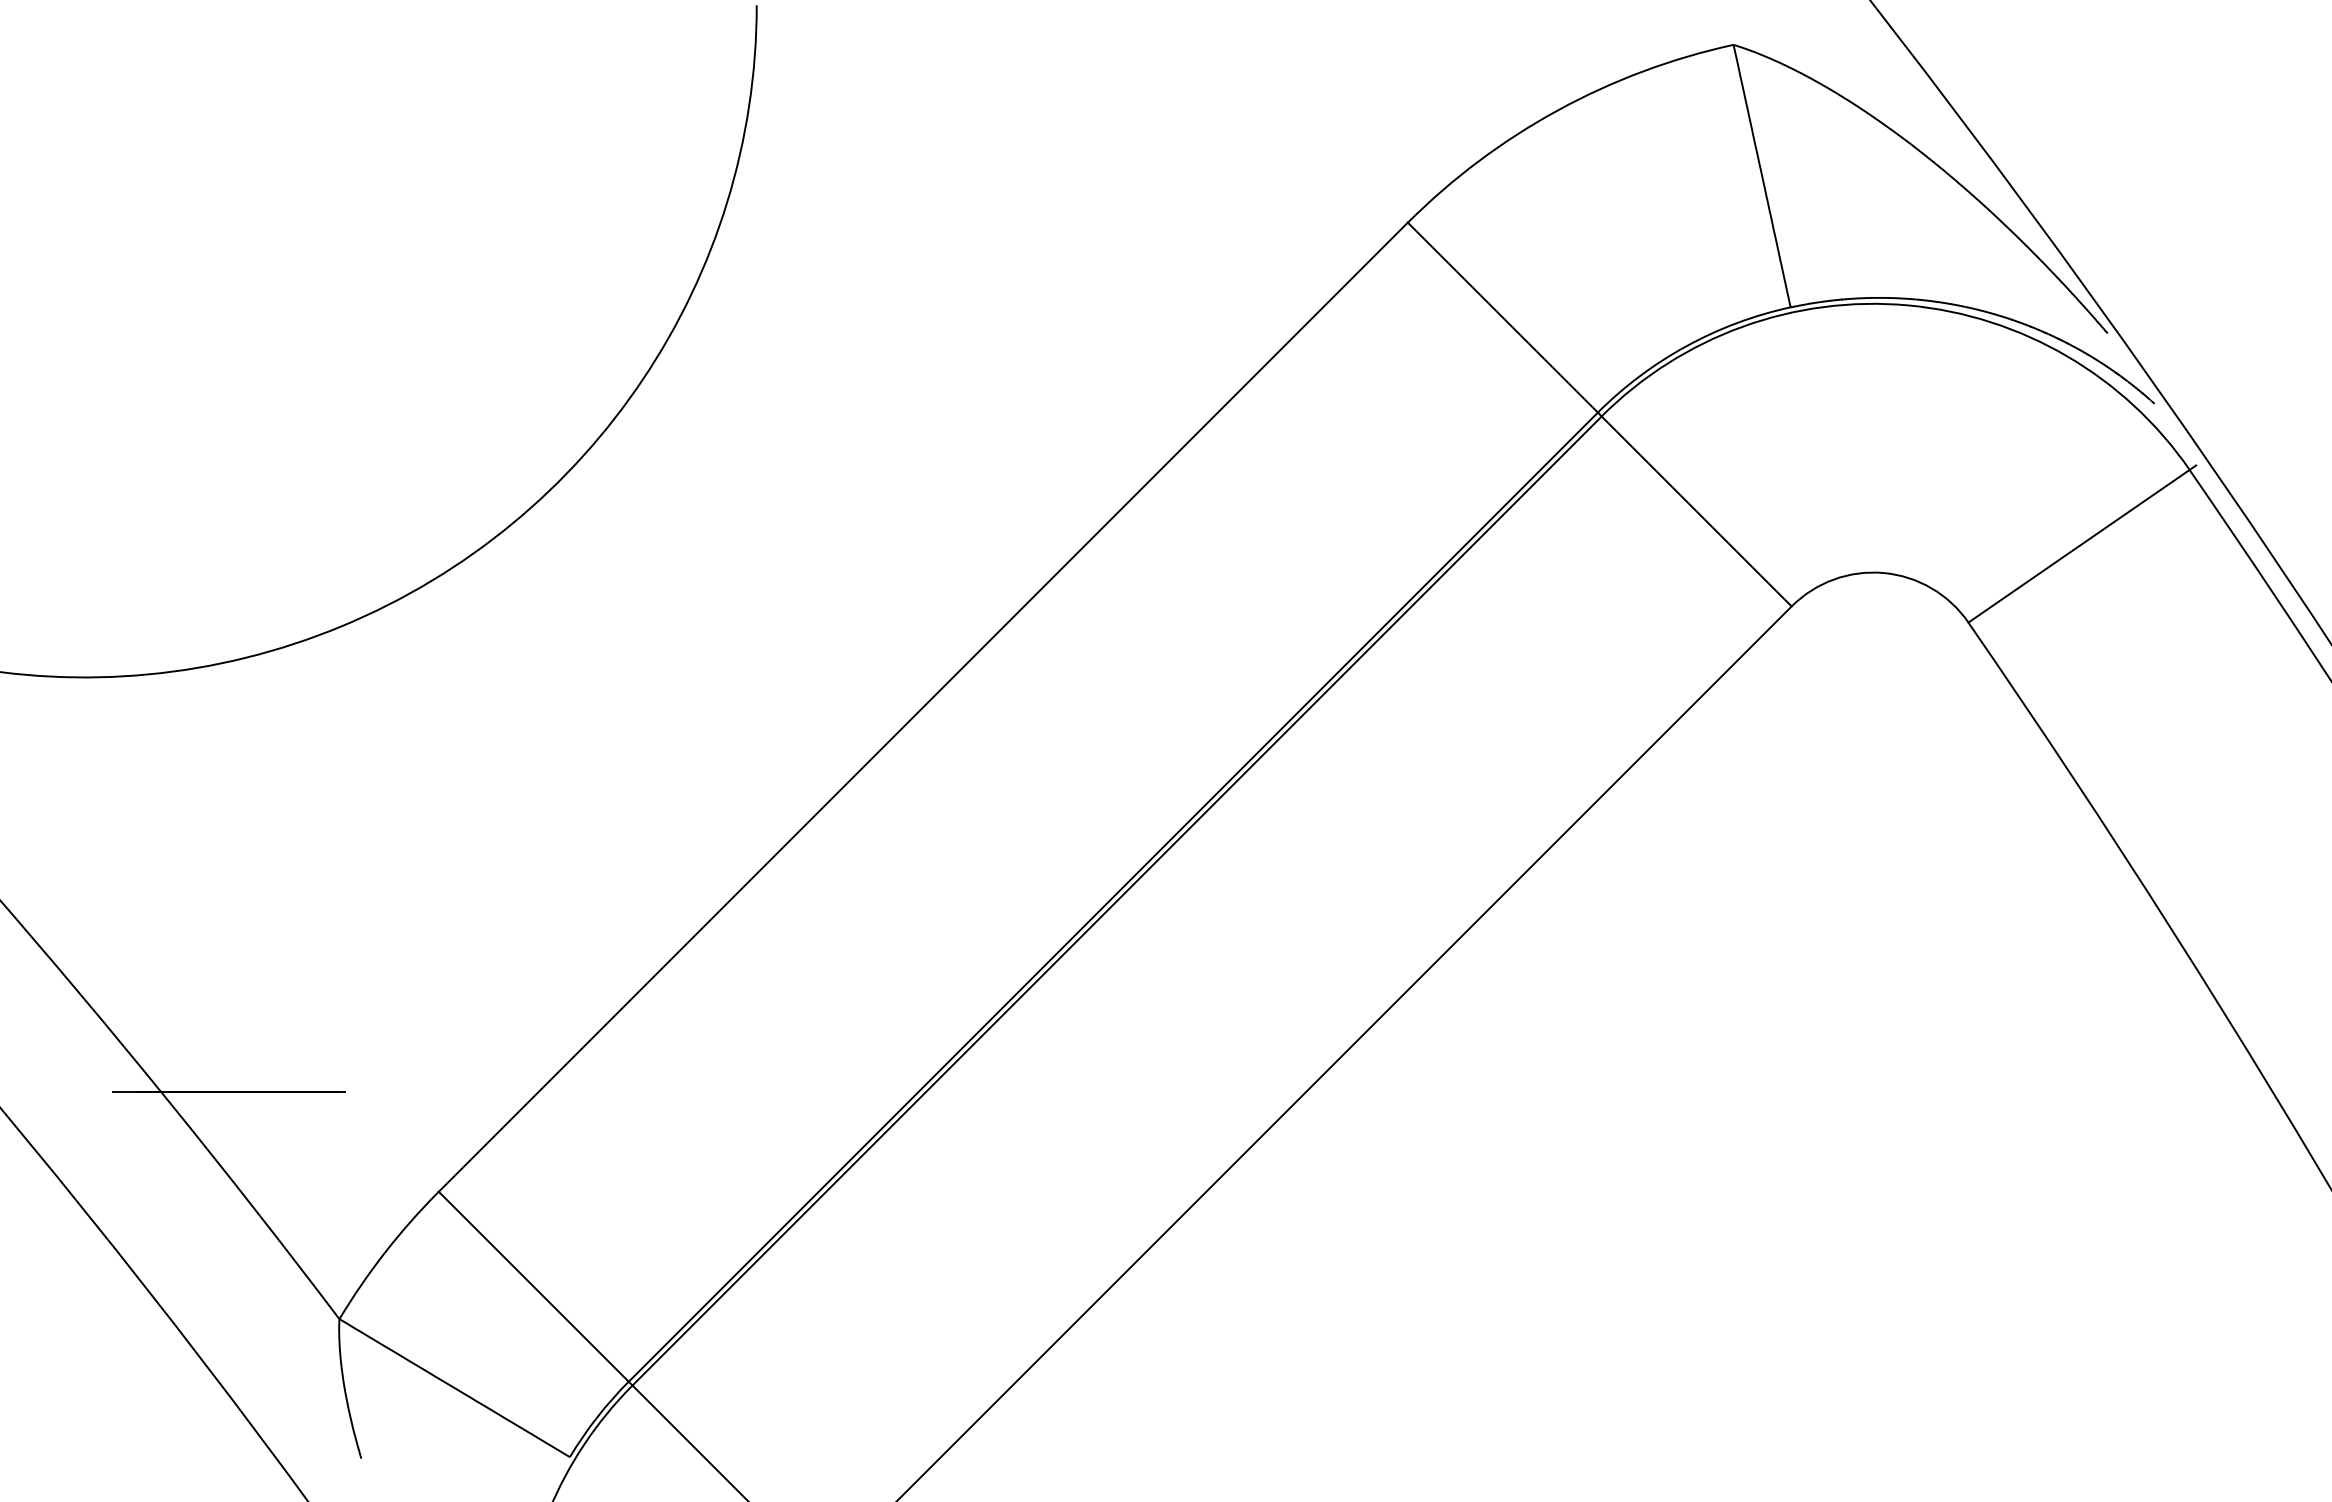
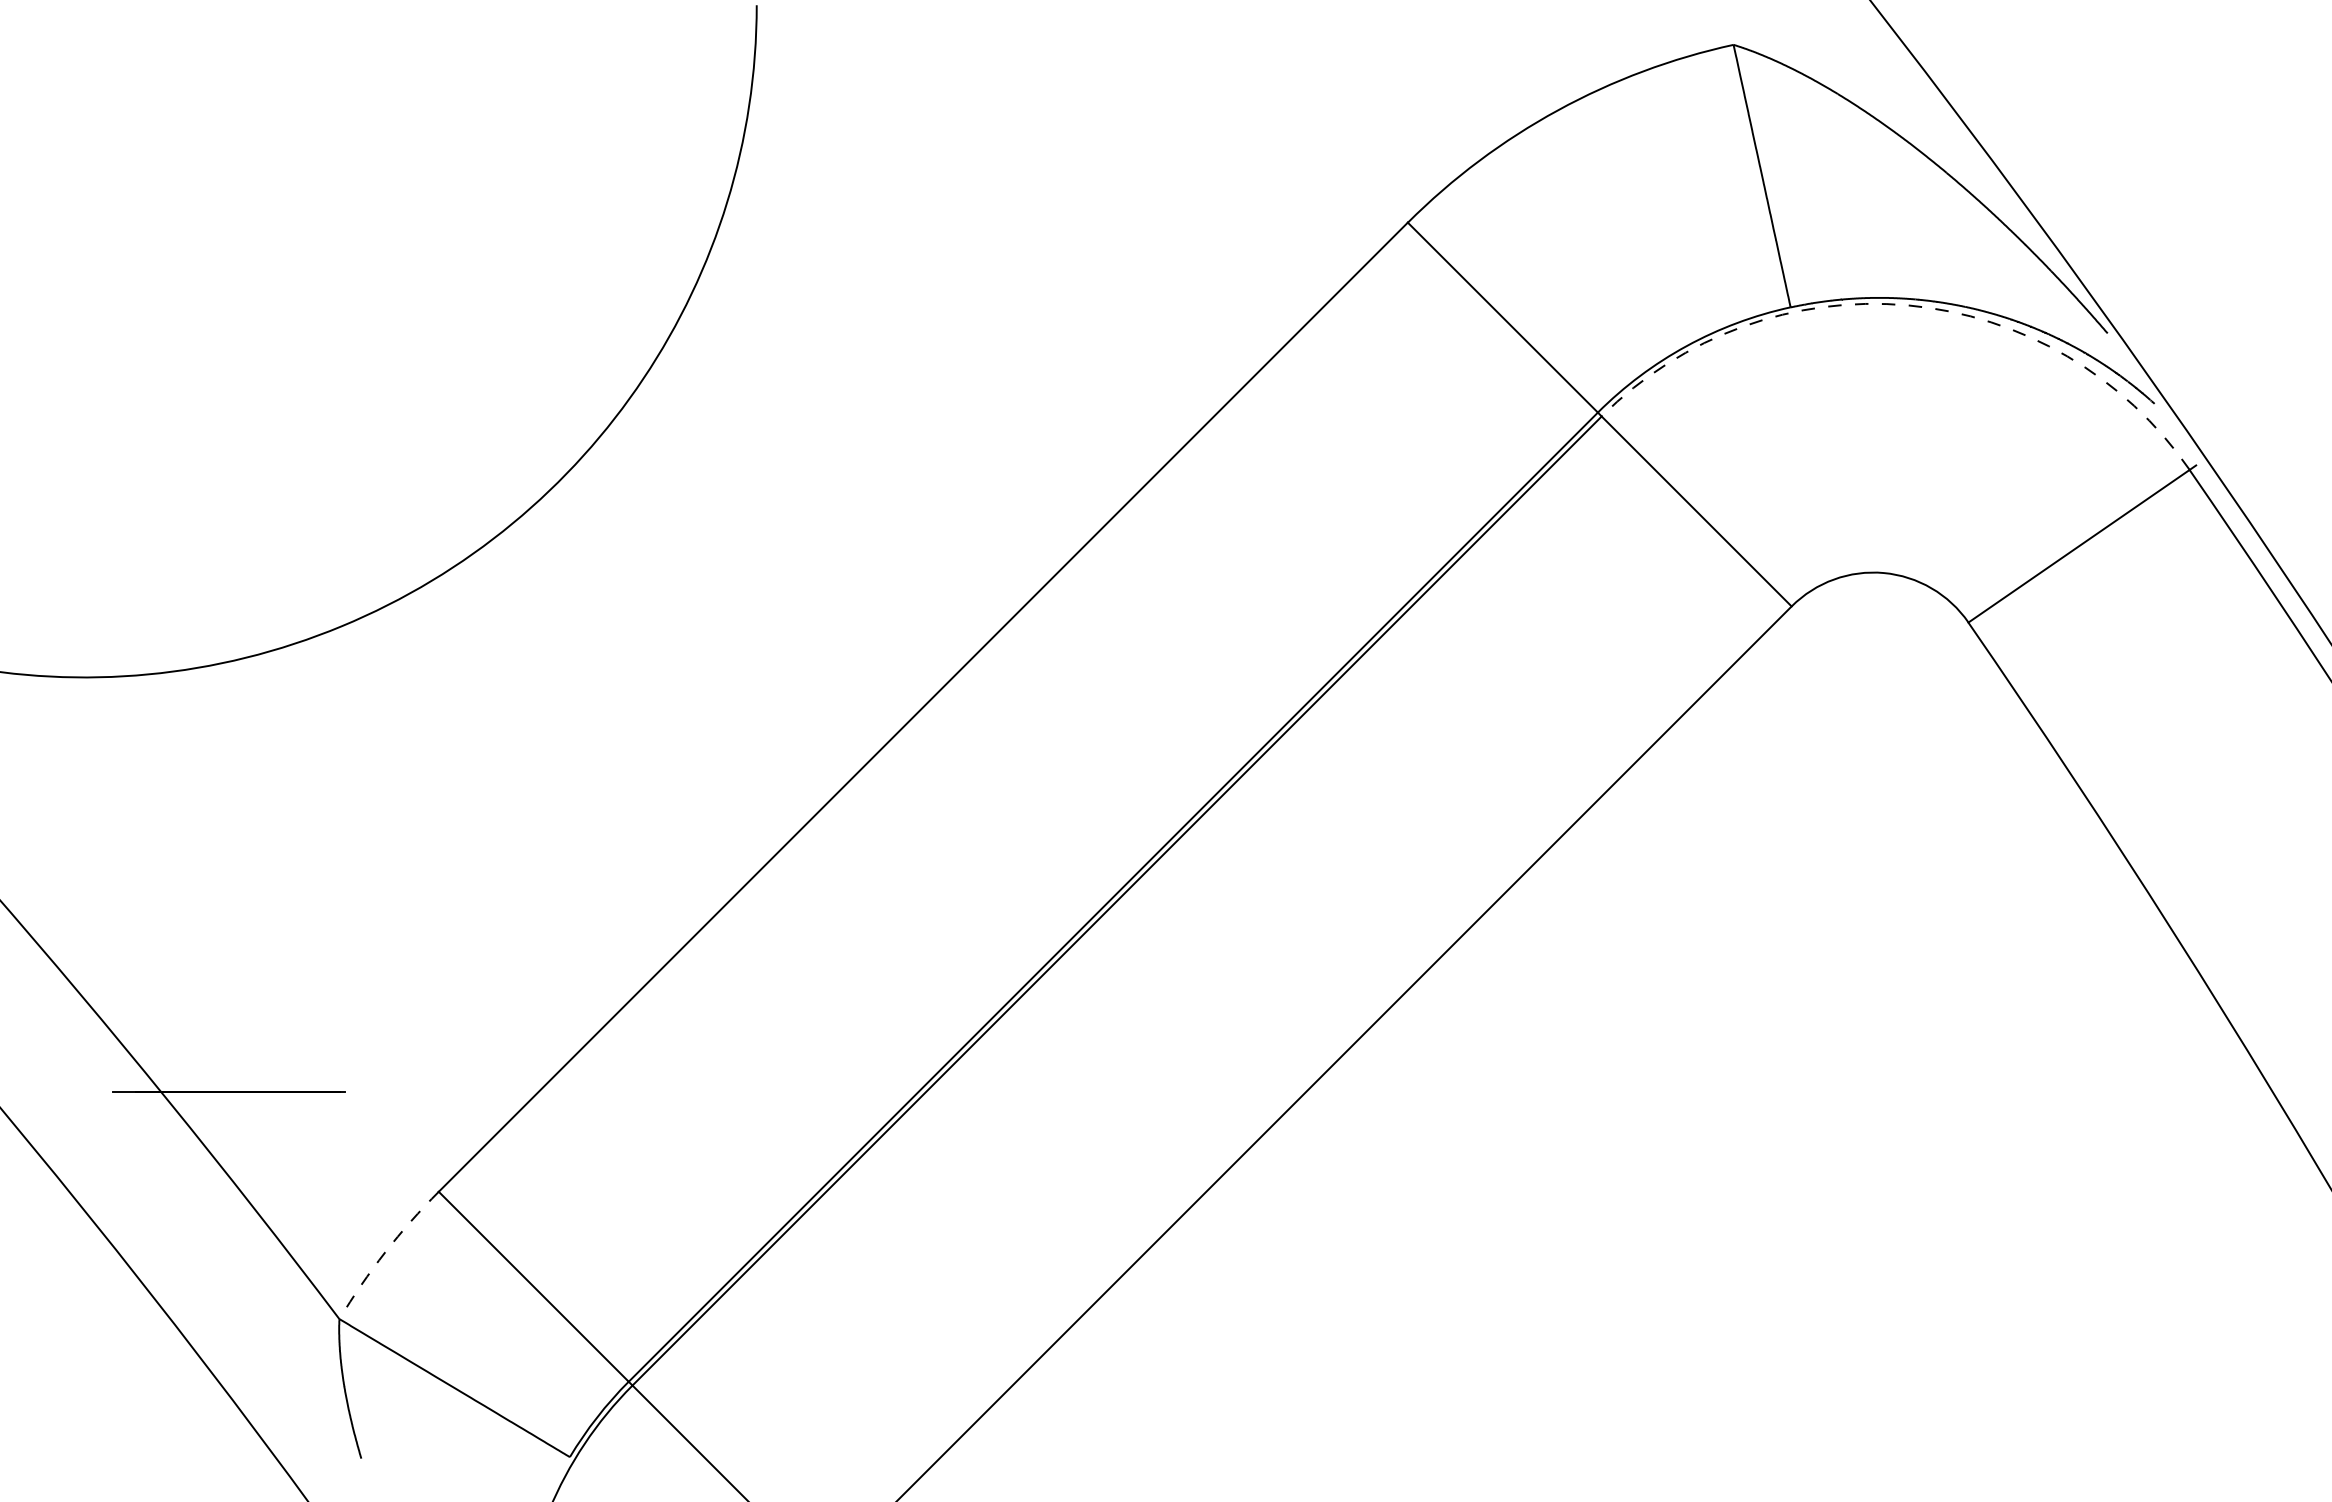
arc at (1908, 305): solid -> dashed
arc at (385, 1252): solid -> dashed
